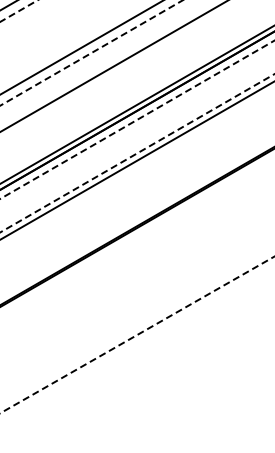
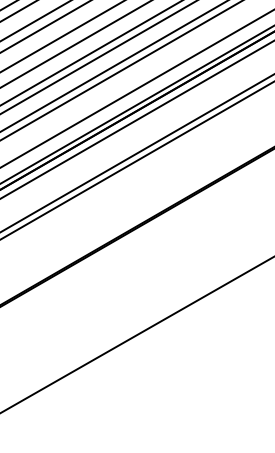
line at (18, 11): dashed -> solid
line at (35, 21): none -> present
line at (45, 26): none -> present
line at (62, 36): none -> present
line at (81, 47) position: (81, 47) -> (75, 44)
line at (91, 53): dashed -> solid
line at (98, 57): none -> present
line at (120, 70): none -> present
line at (136, 88): none -> present
line at (137, 119): dashed -> solid
line at (137, 153): dashed -> solid
line at (137, 334): dashed -> solid
